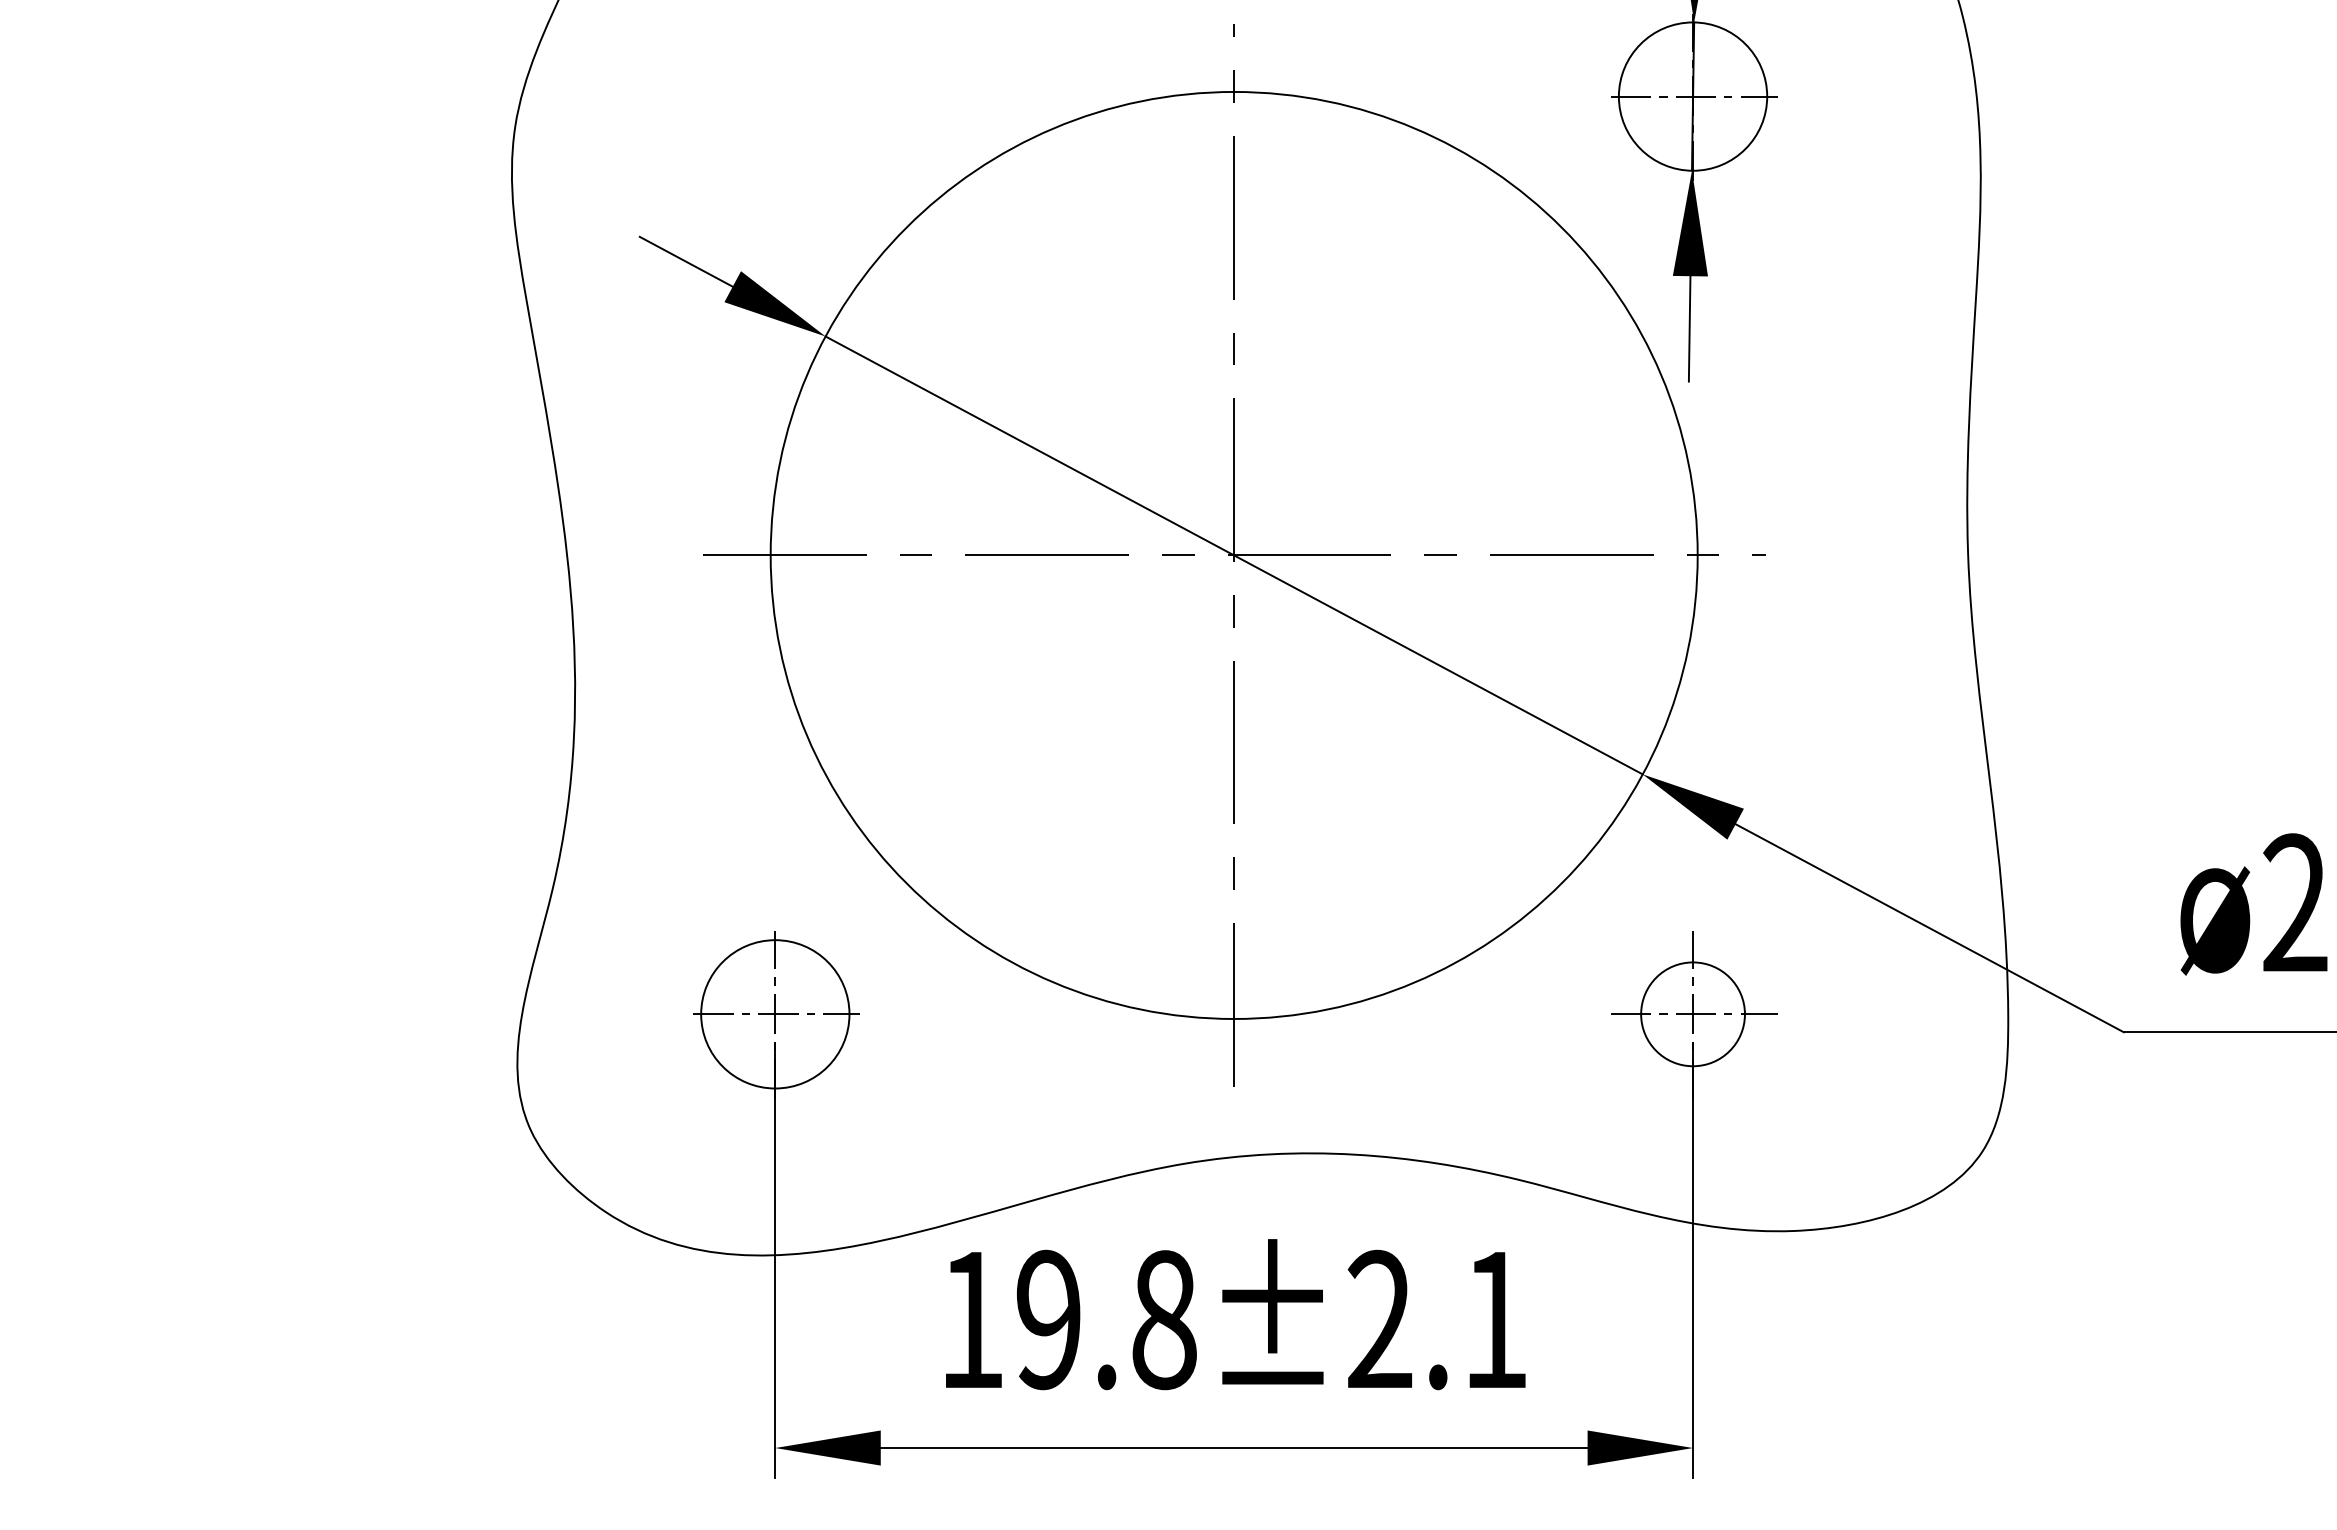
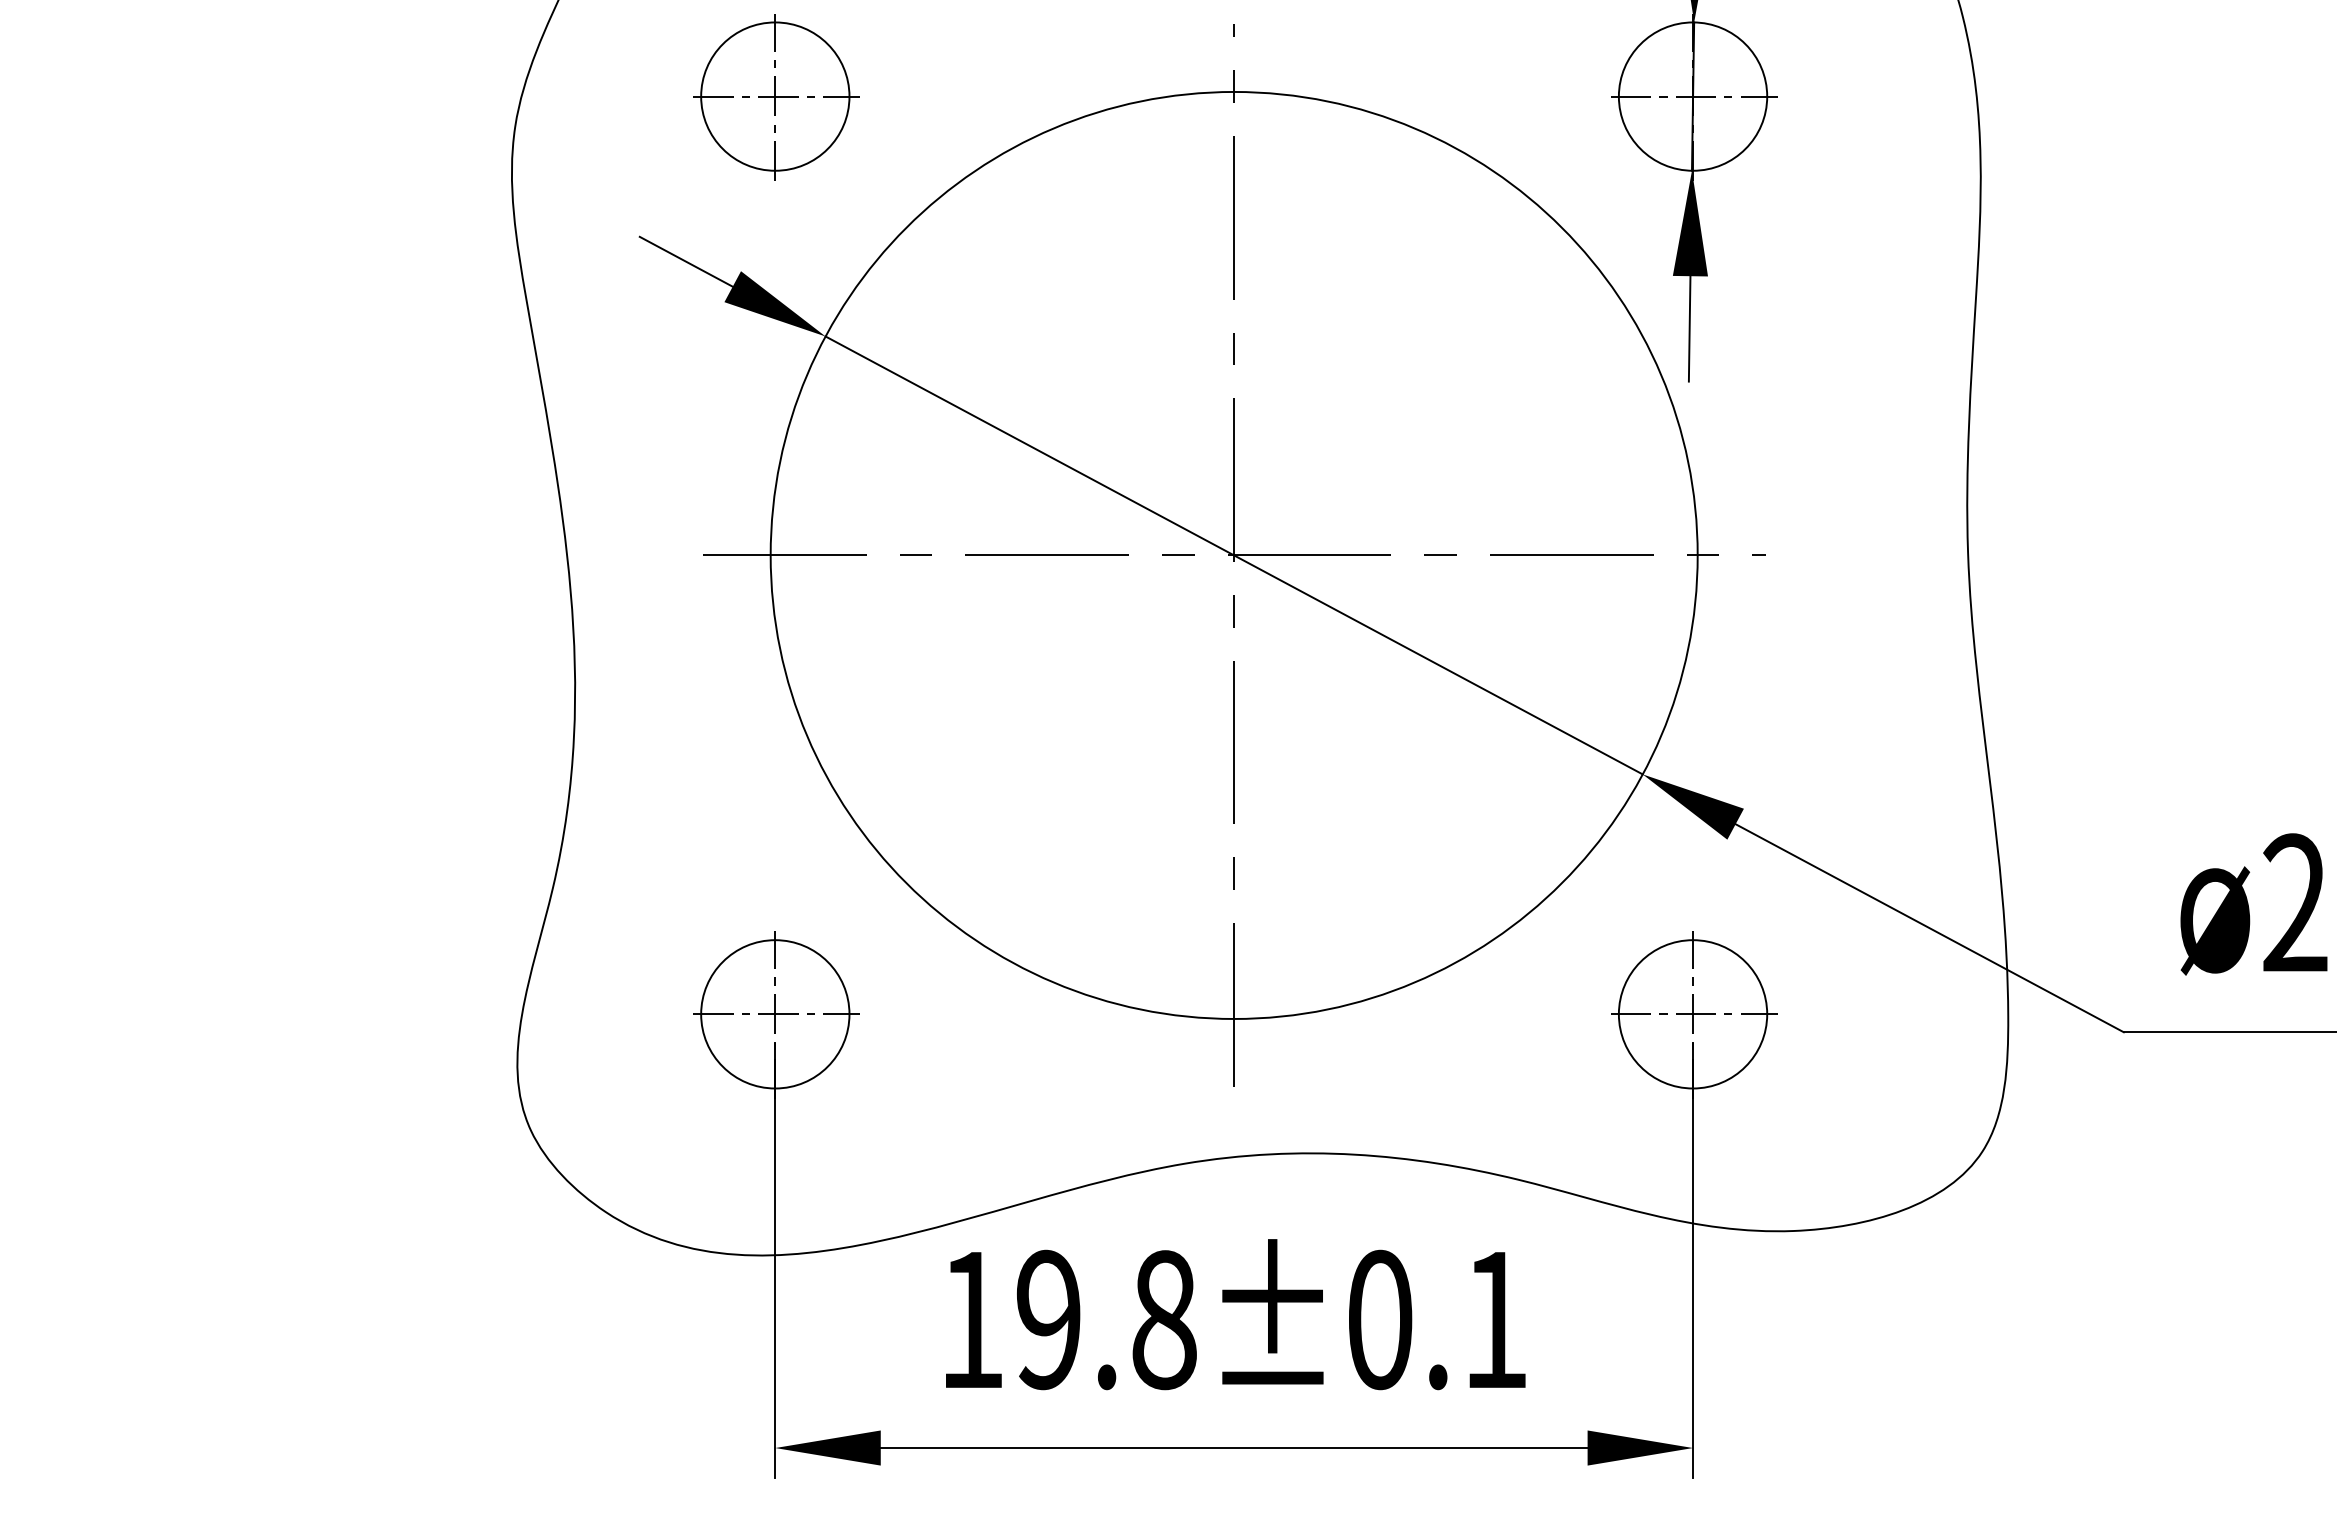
part at (776, 97): none -> present
circle at (1692, 1014) diameter: 104 px -> 148 px
text at (1379, 1319): 19.8±2.1 -> 19.8±0.1
